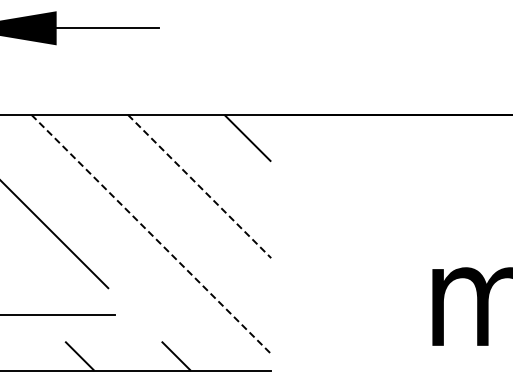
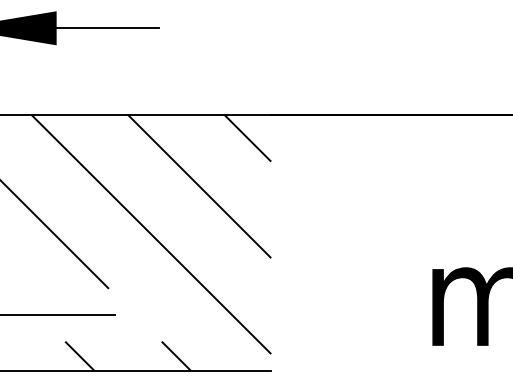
line at (199, 186): dashed -> solid
line at (151, 234): dashed -> solid
